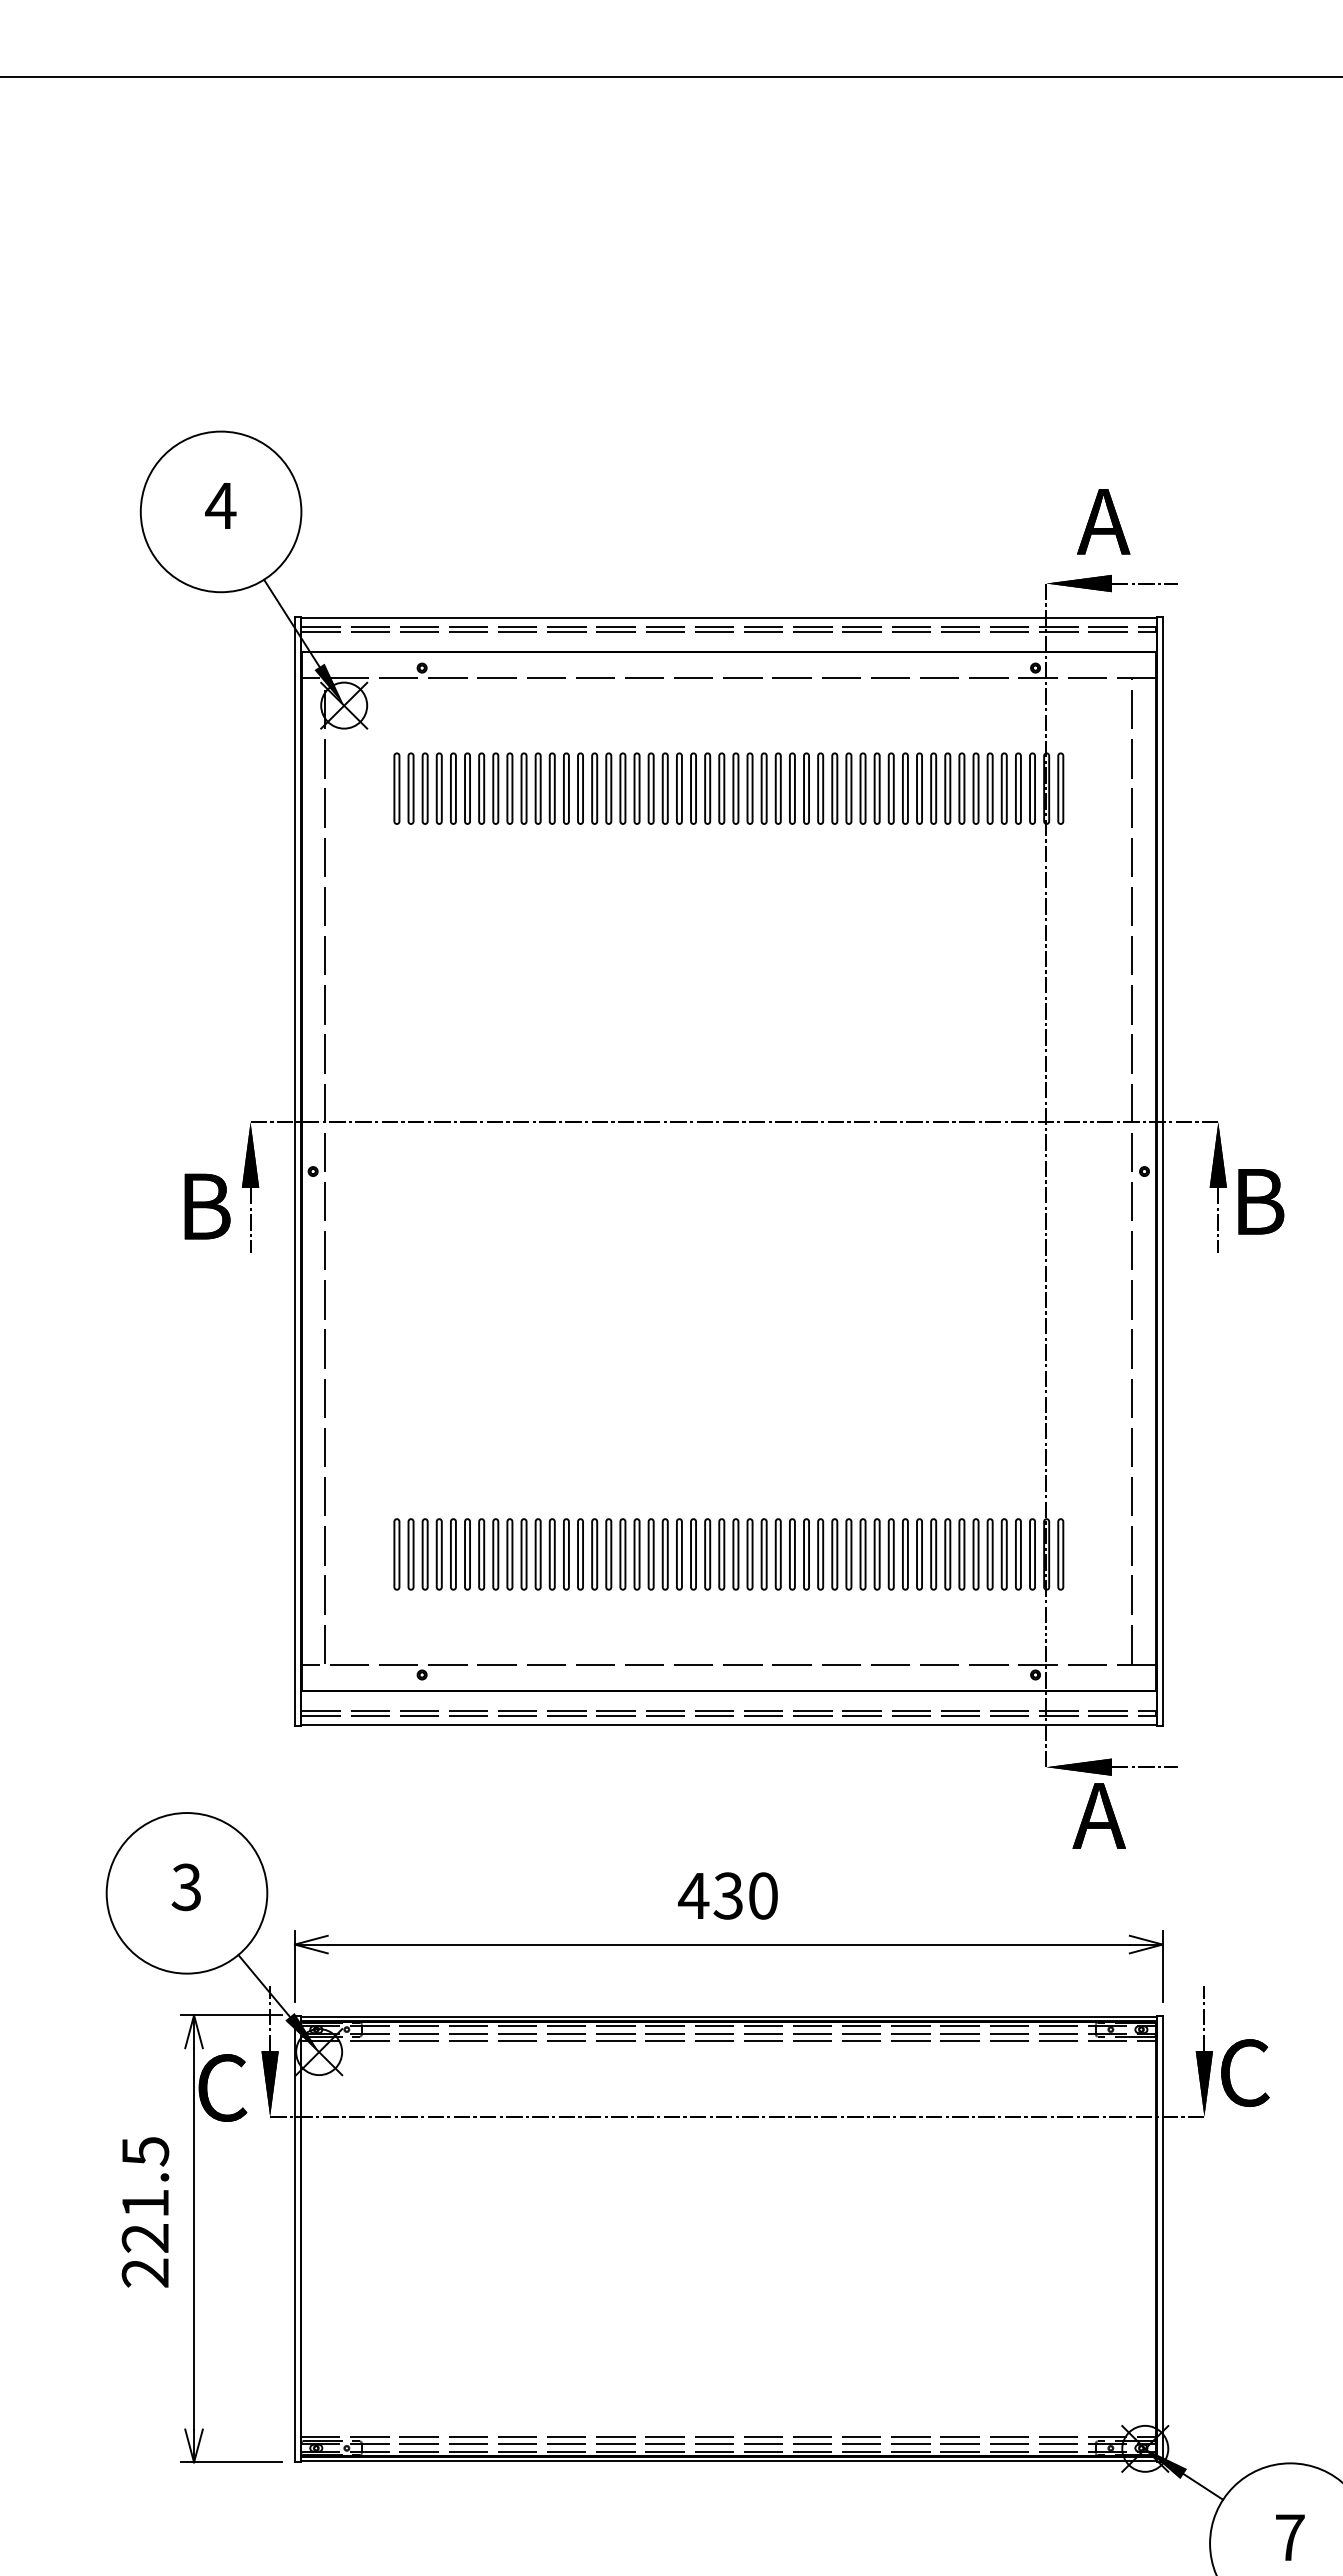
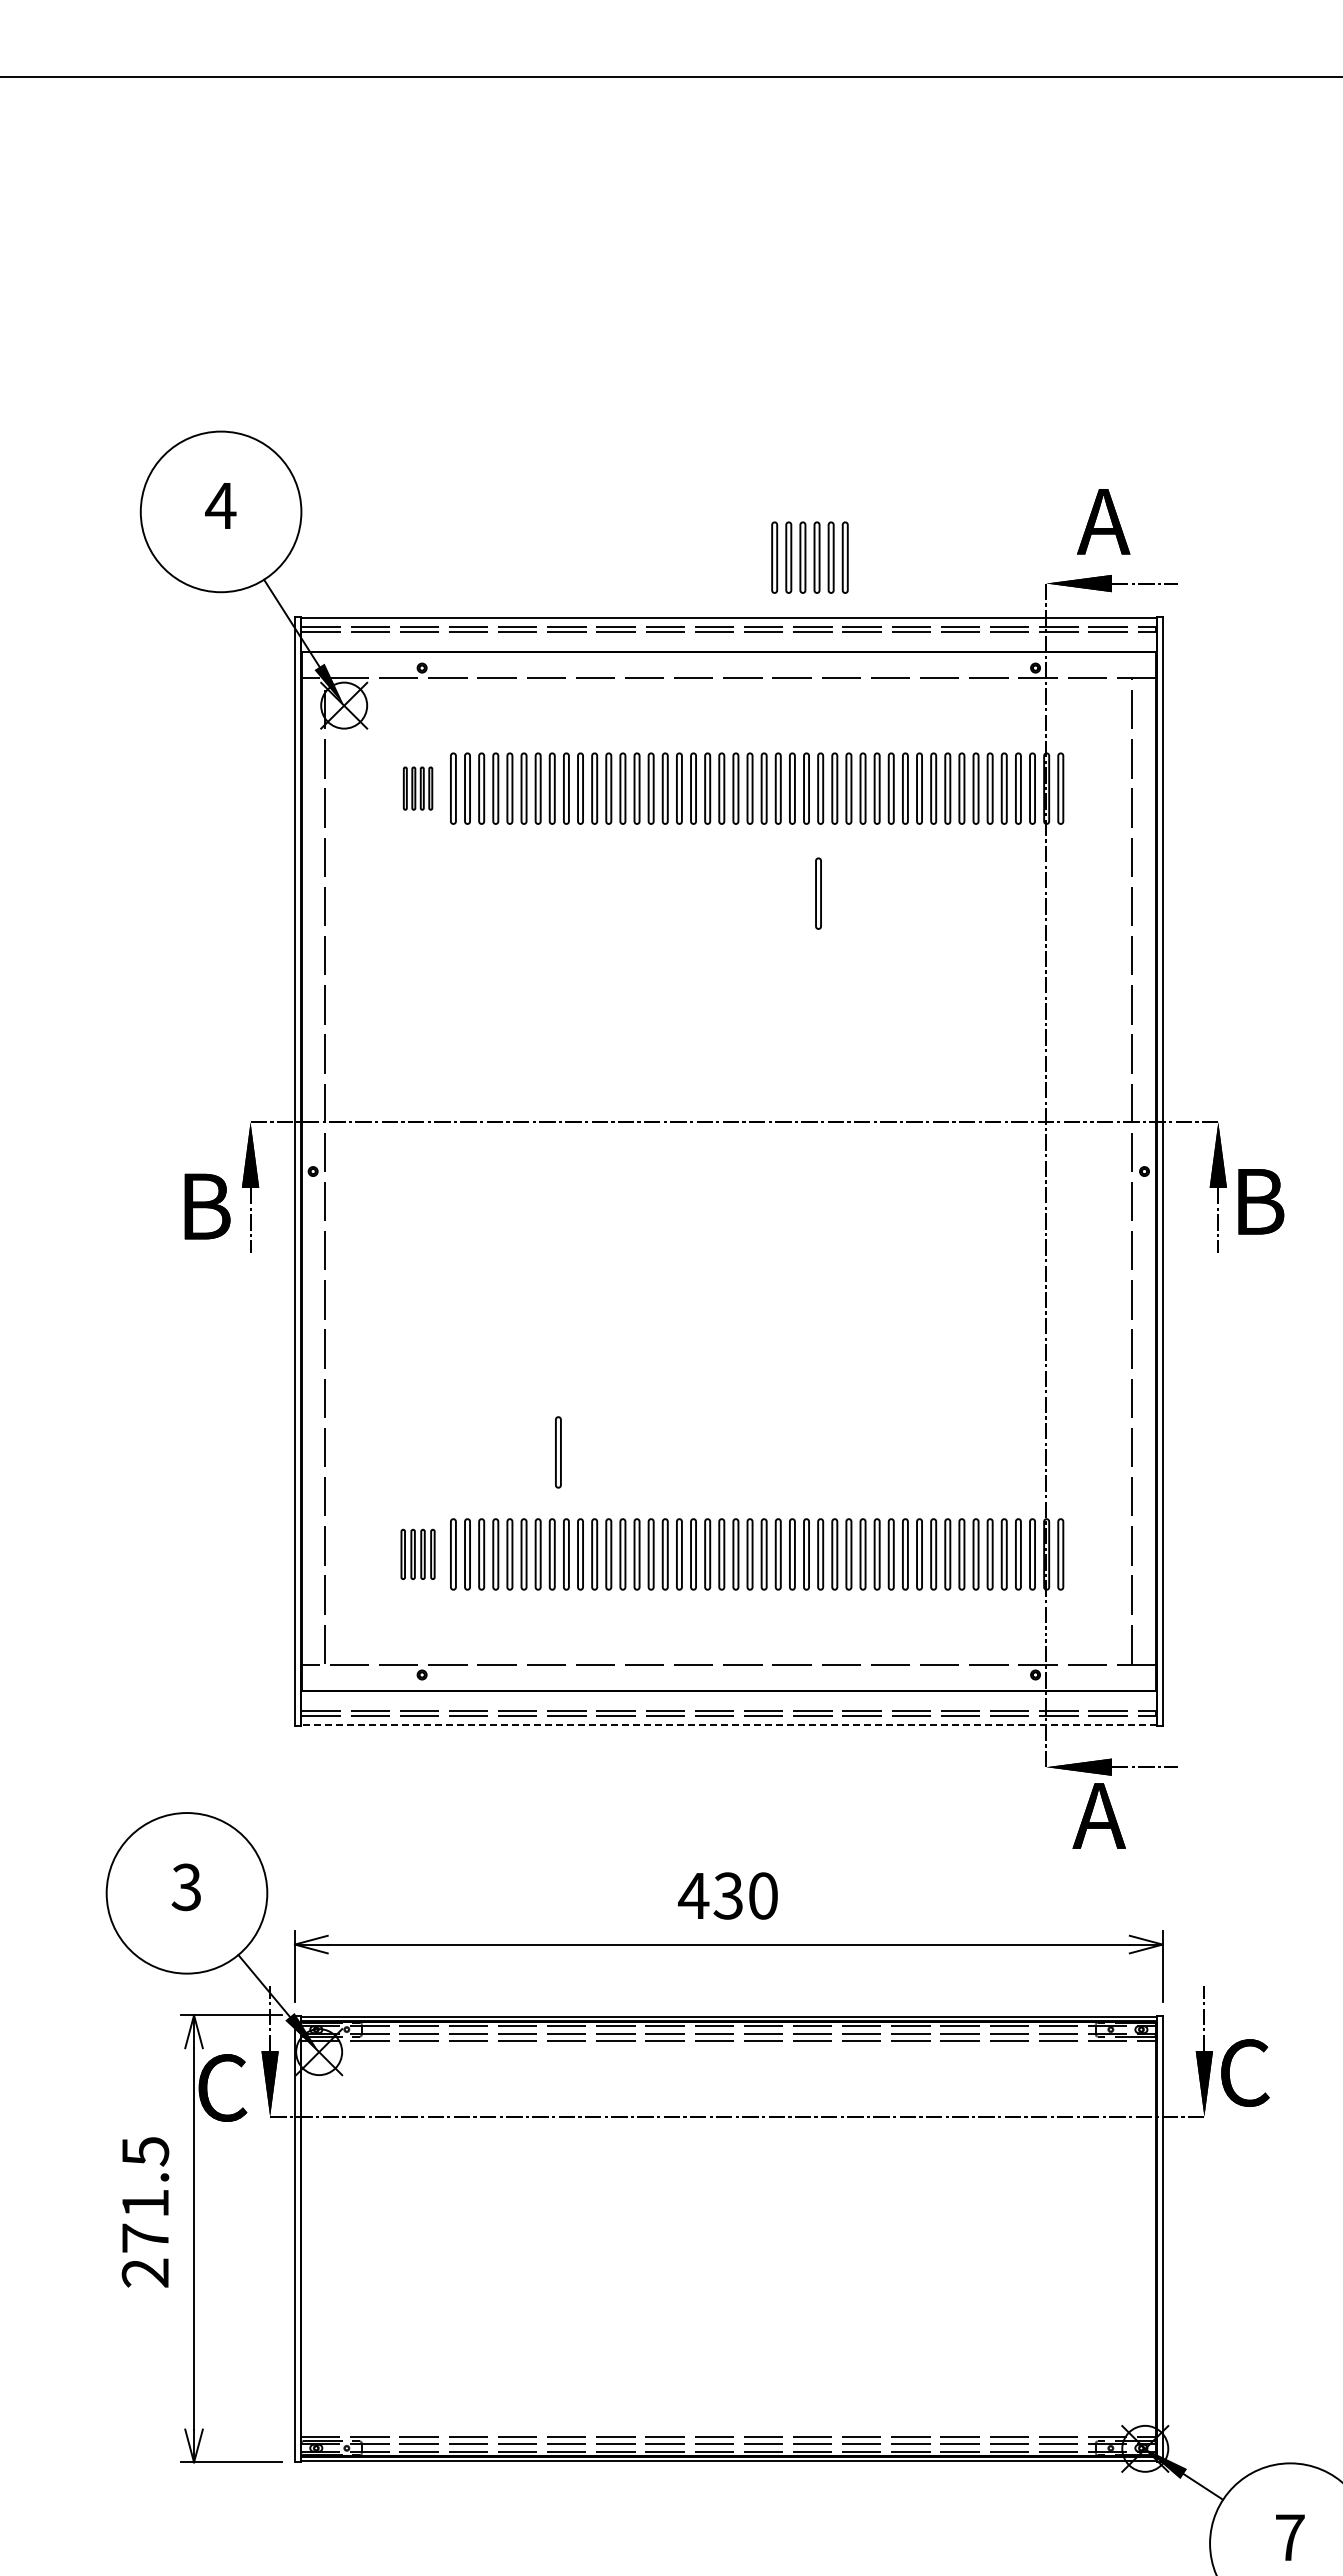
part at (809, 557): none -> present
part at (417, 788) size: 50x73 px -> 31x45 px
part at (818, 893): none -> present
part at (558, 1452): none -> present
part at (417, 1554) size: 50x73 px -> 36x52 px
line at (728, 1725): solid -> dashed
text at (144, 2237): 221.5 -> 271.5
